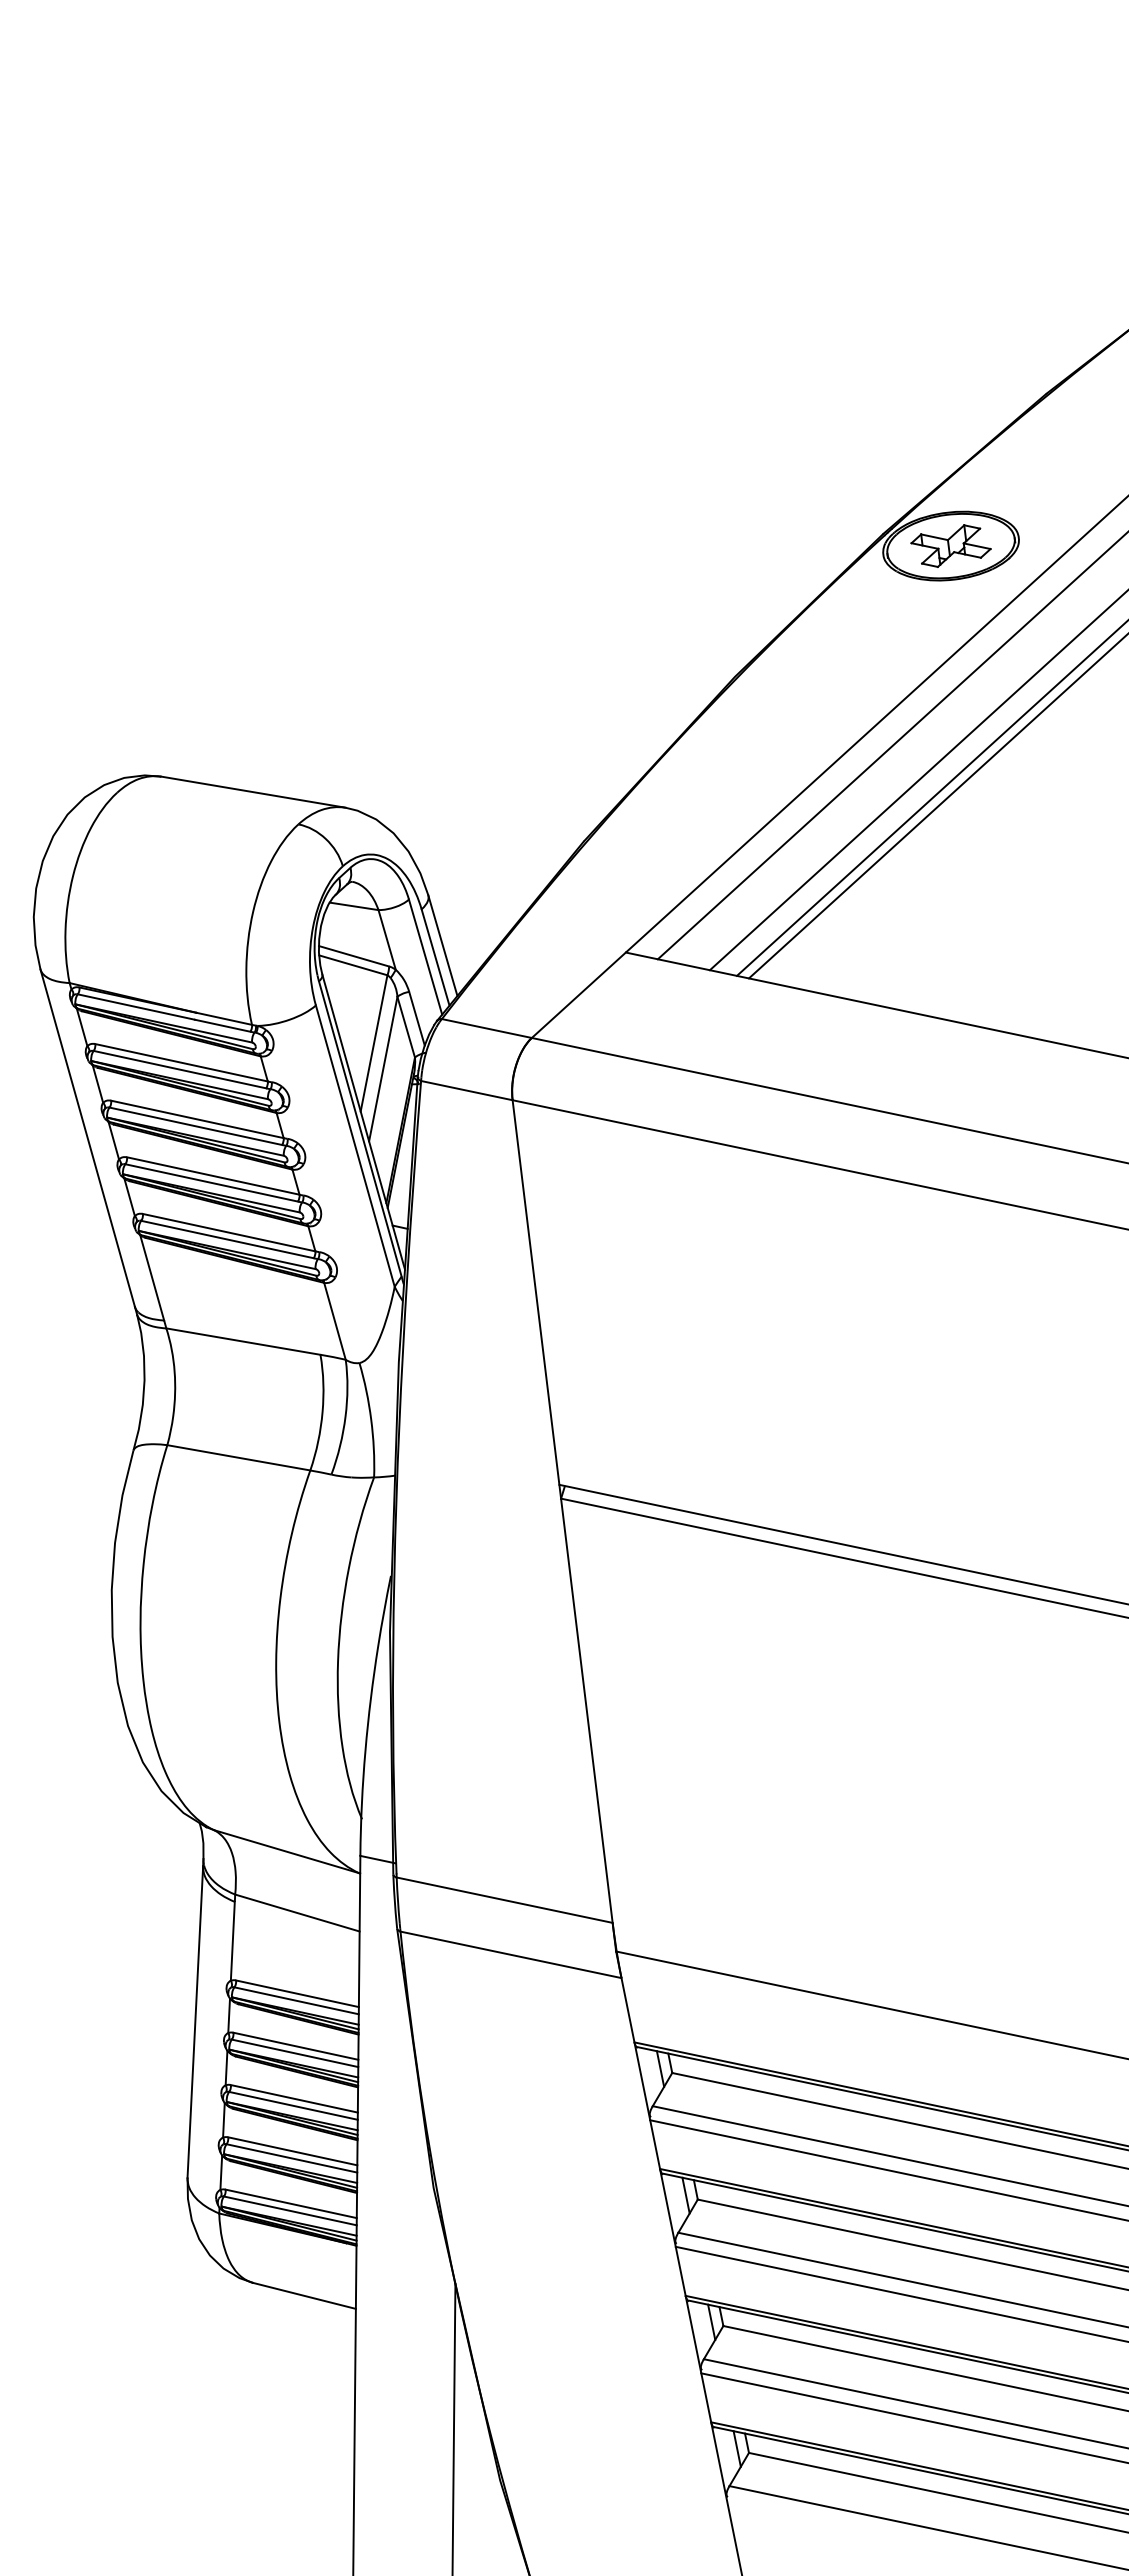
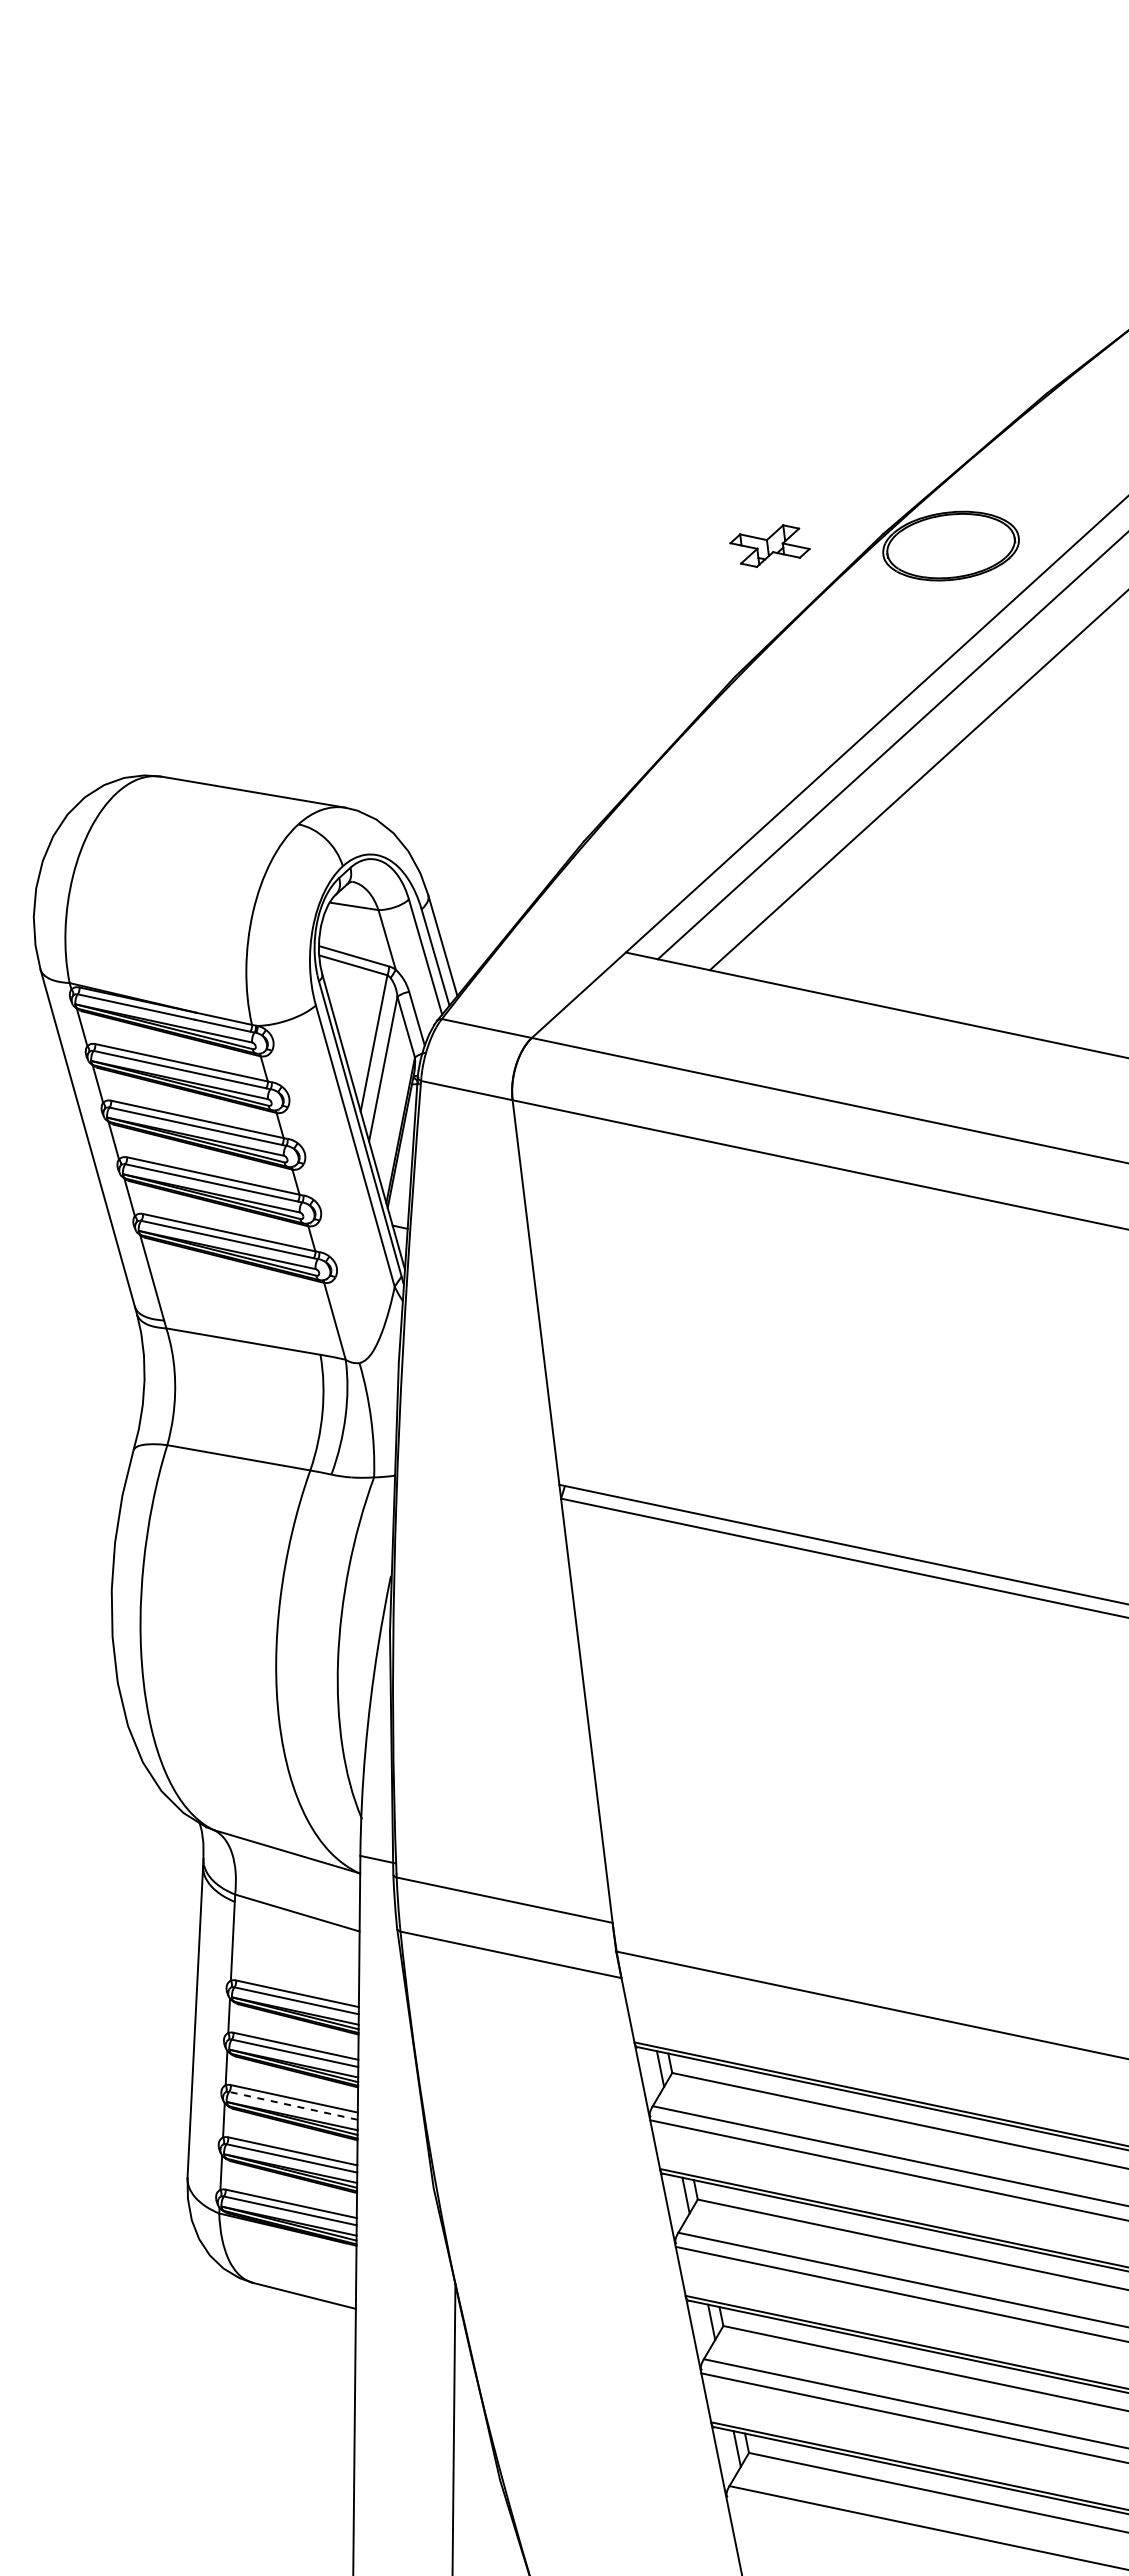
part at (950, 545) position: (950, 545) -> (769, 545)
line at (930, 798): present -> none
line at (936, 807): present -> none
line at (293, 2105): solid -> dashed
